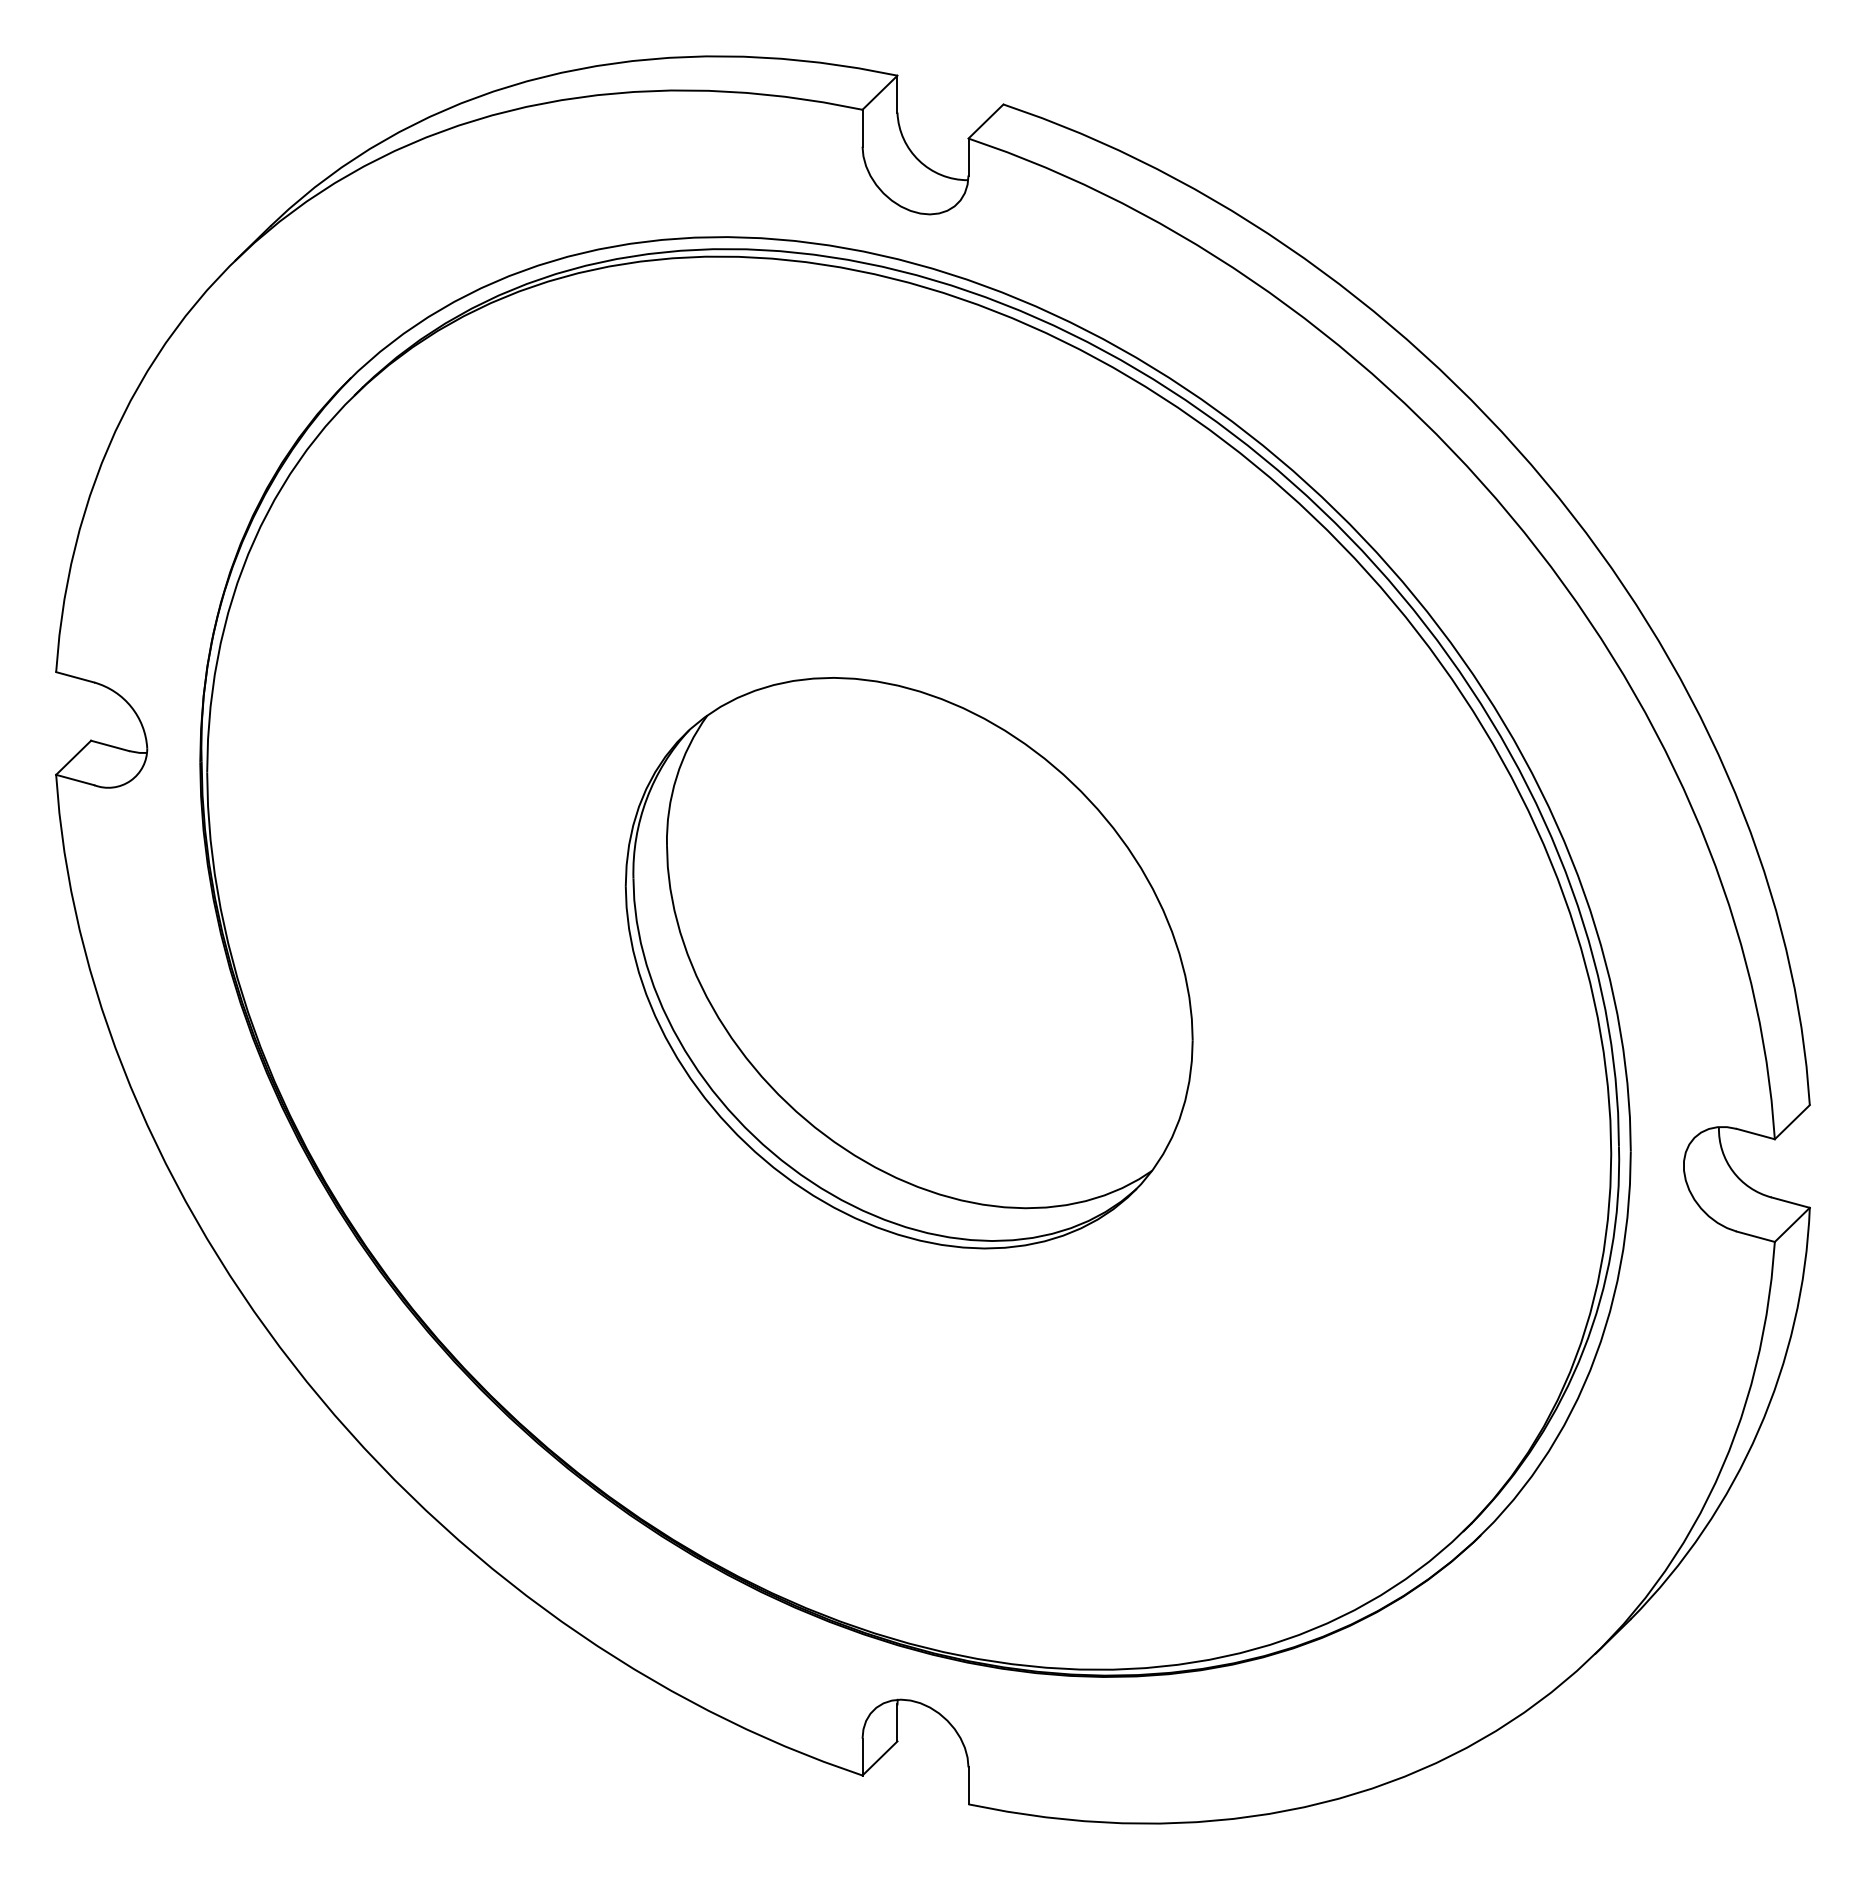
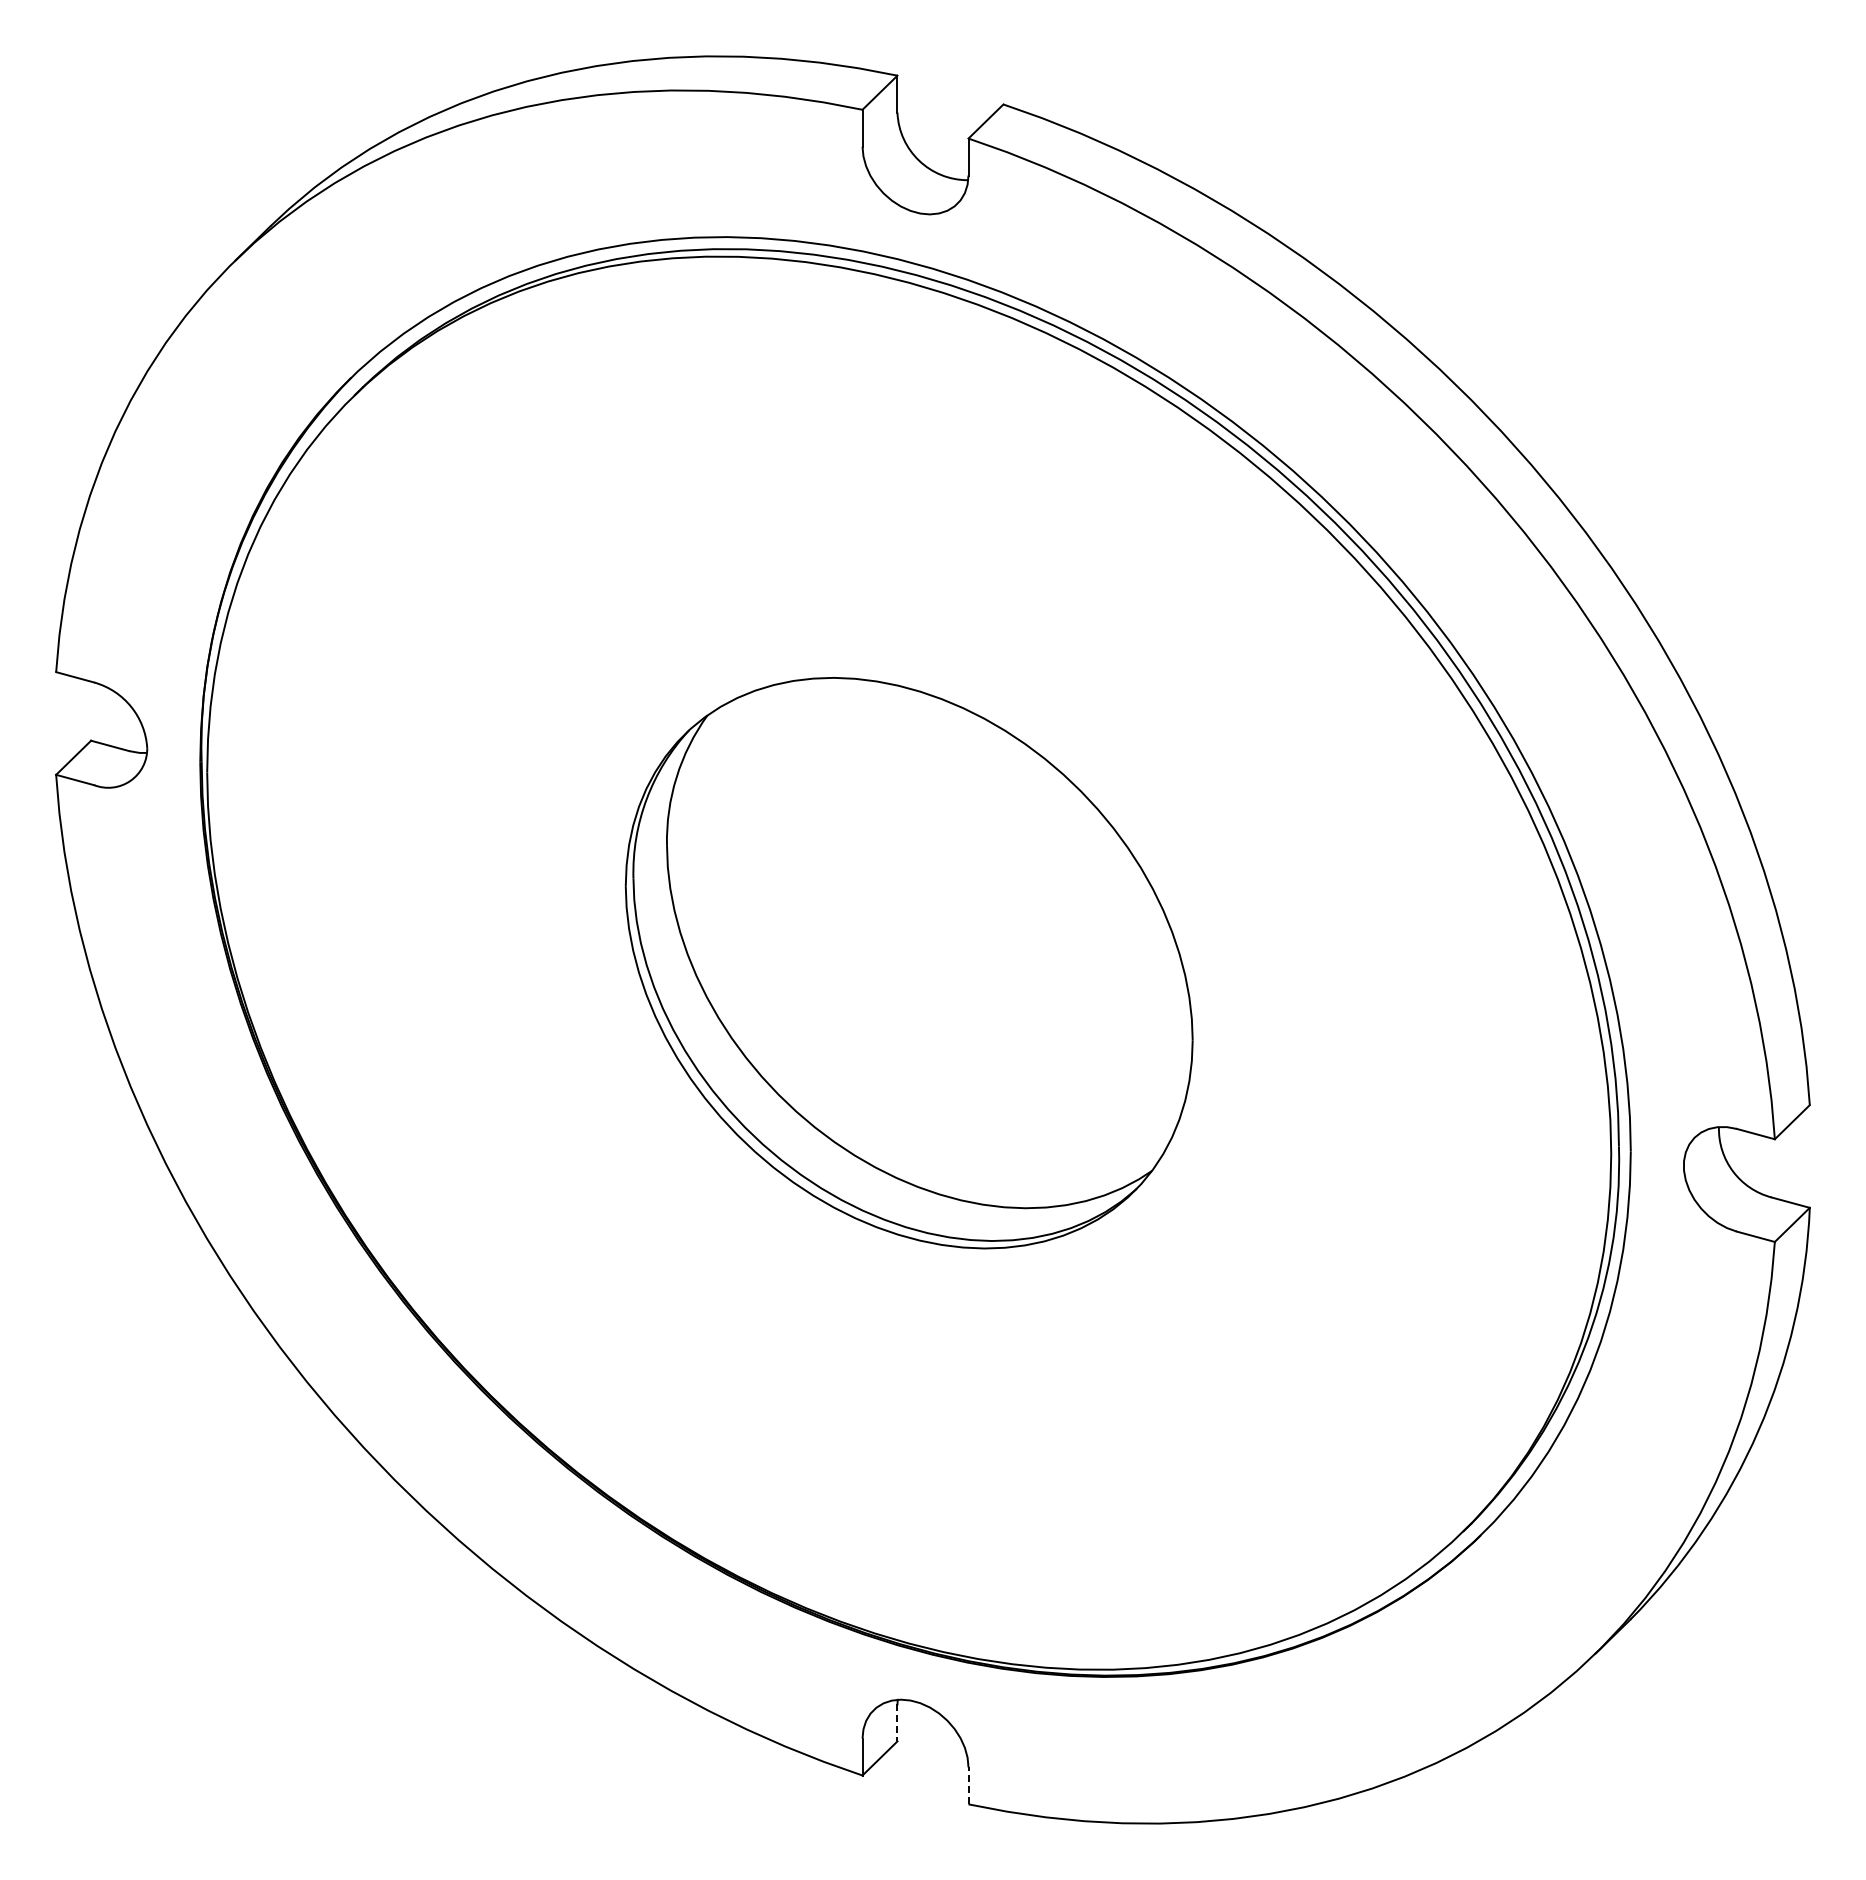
line at (897, 1723): solid -> dashed
line at (968, 1785): solid -> dashed
